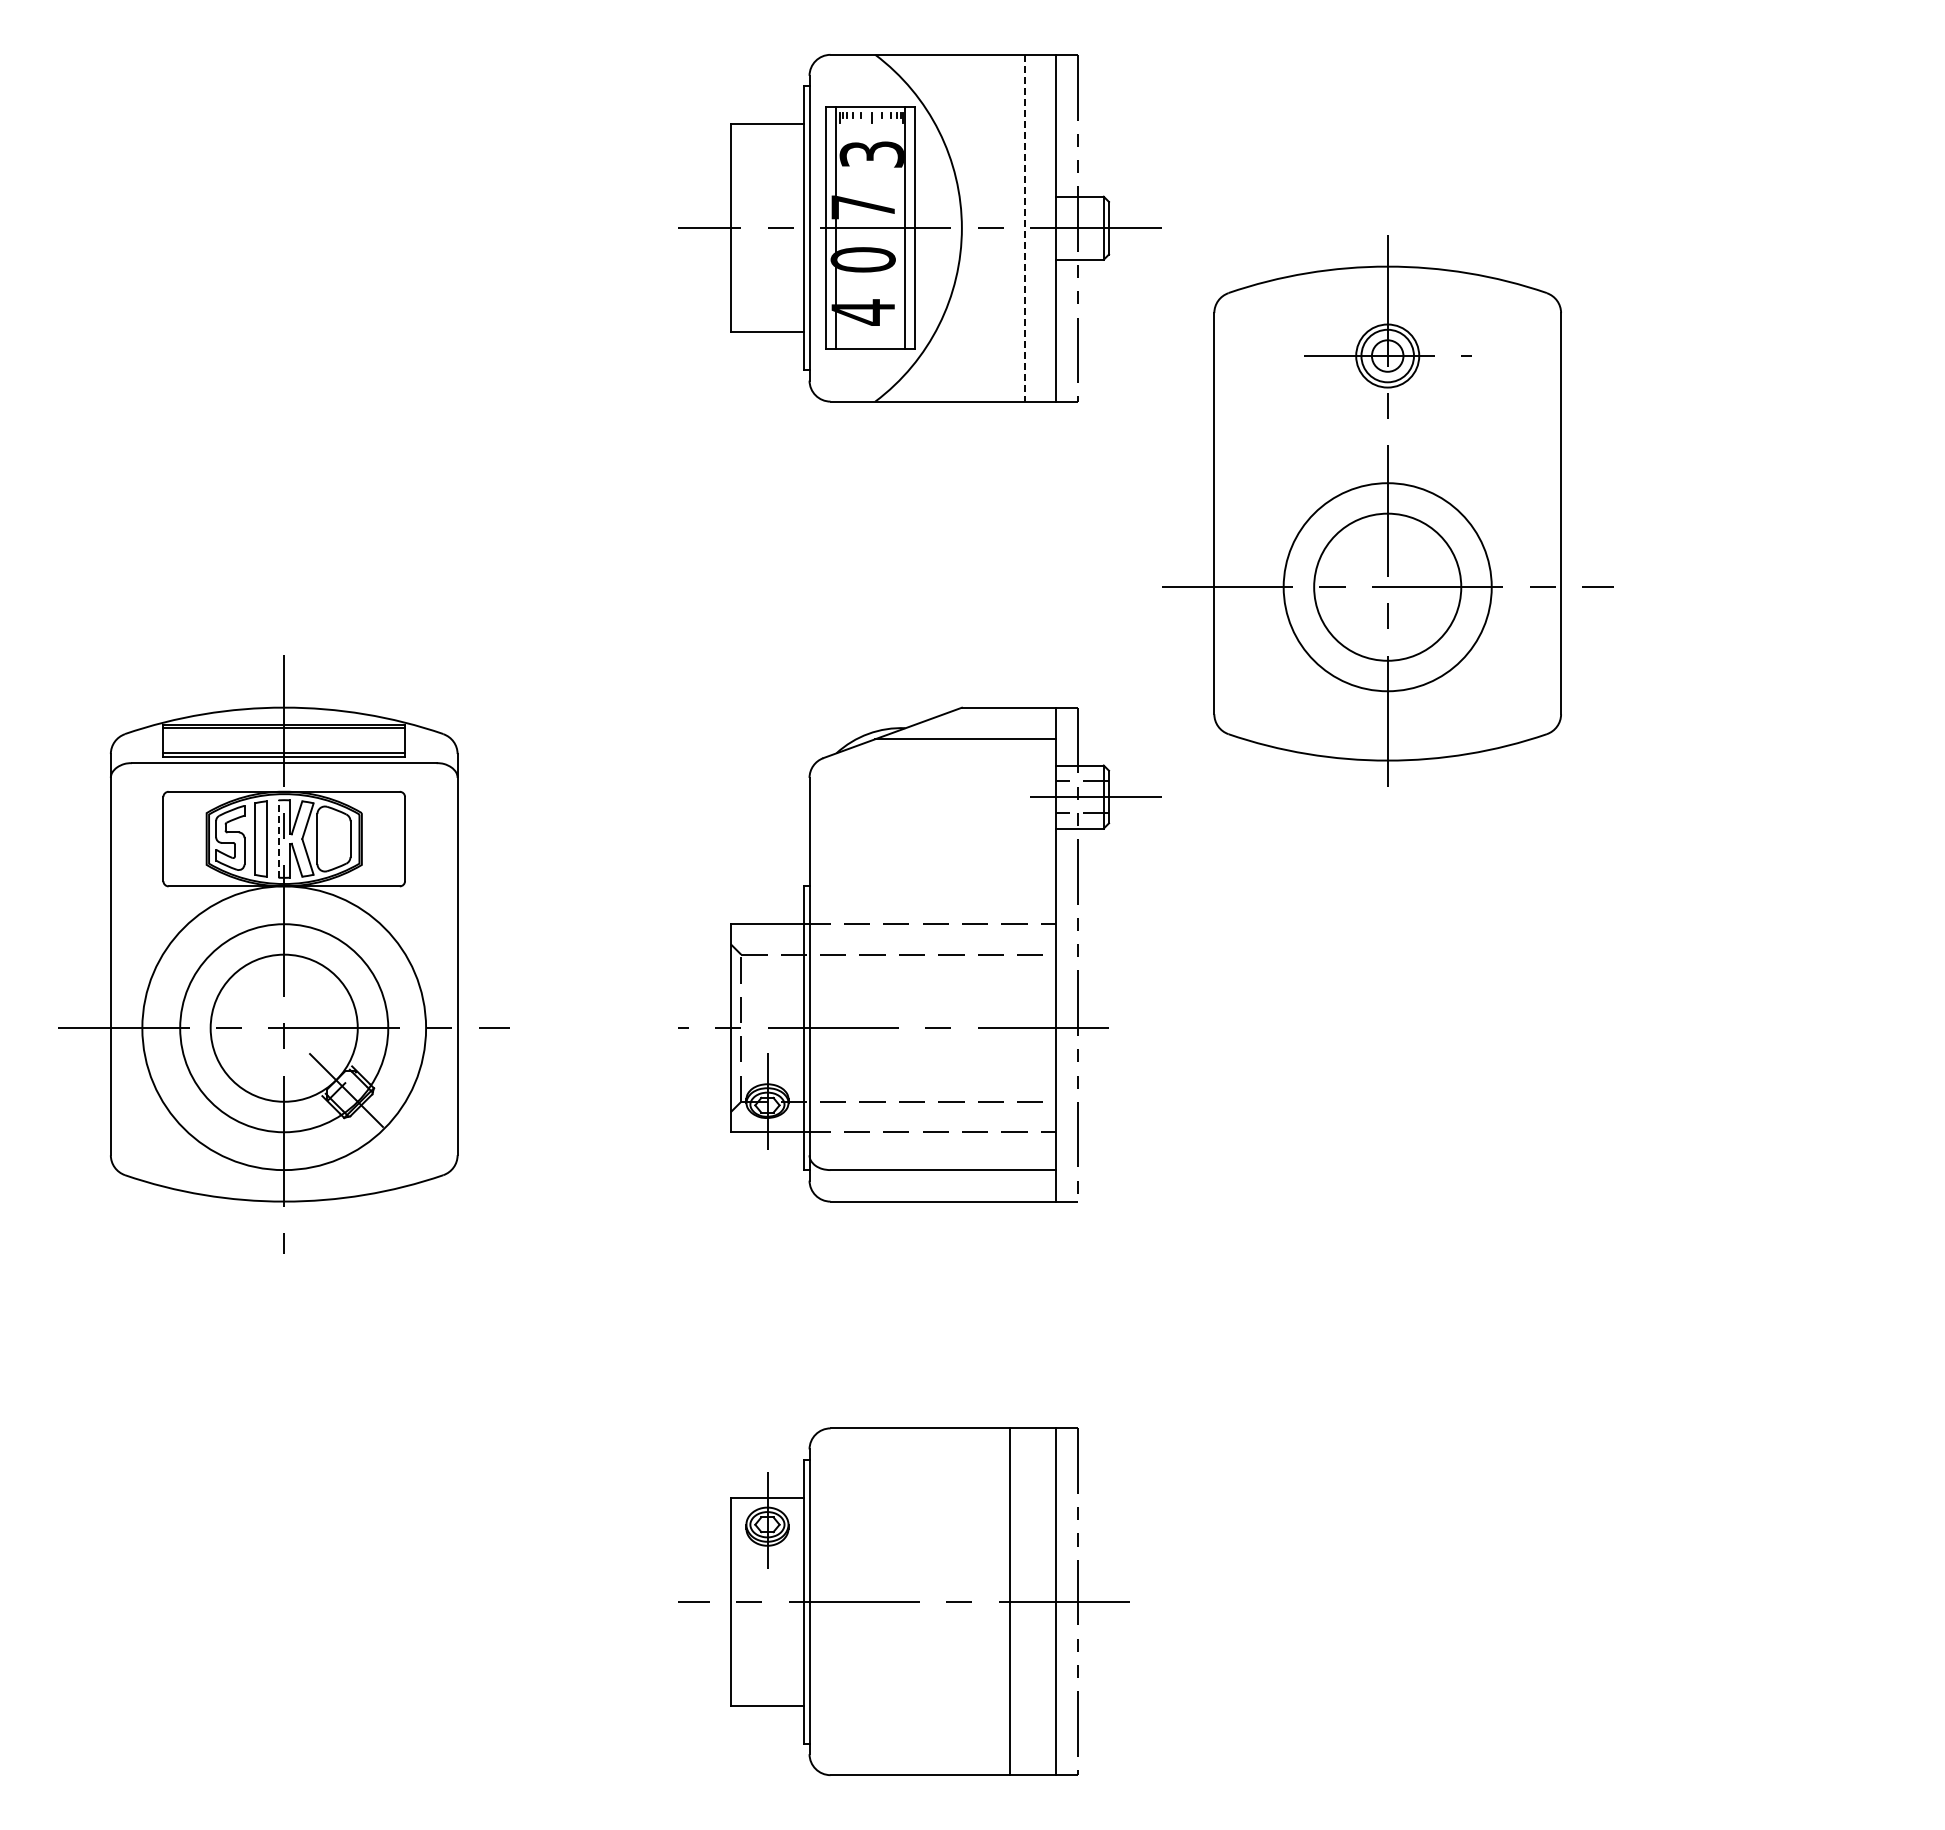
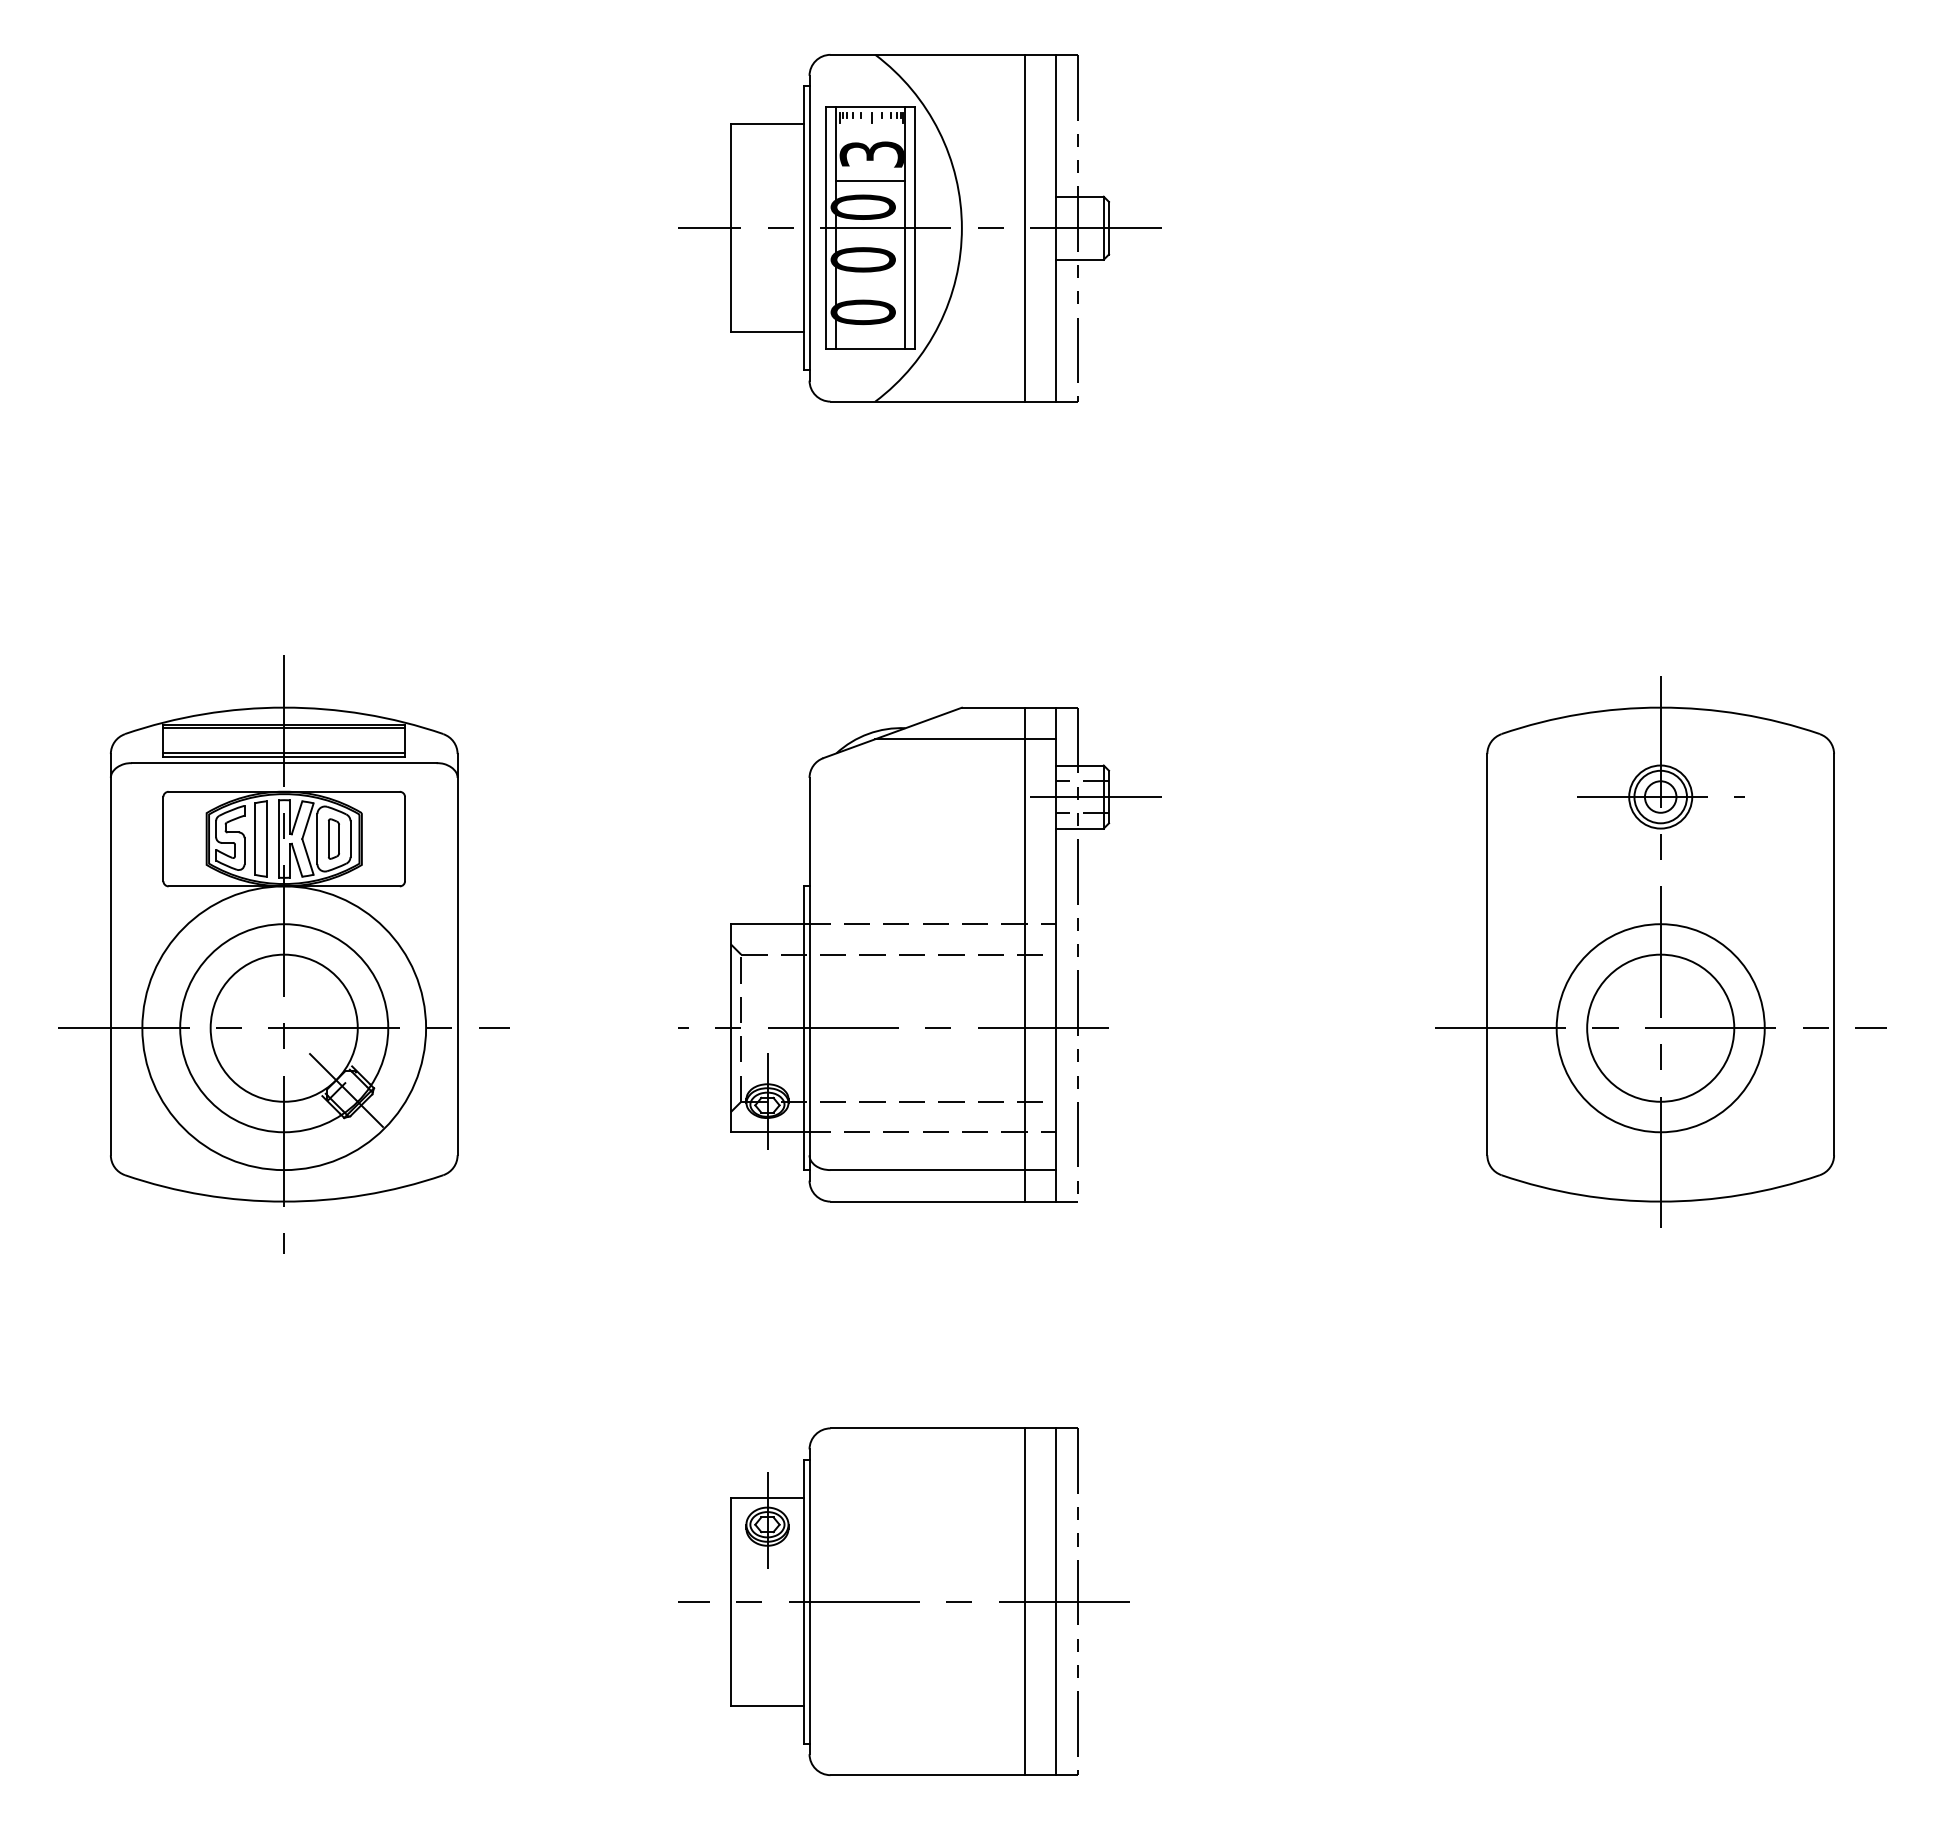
line at (870, 180): none -> present
text at (862, 206): 7 -> 0
line at (1024, 228): dashed -> solid
text at (862, 312): 4 -> 0
part at (1387, 510) position: (1387, 510) -> (1660, 951)
part at (333, 838): none -> present
line at (278, 839): dashed -> solid
line at (1024, 954): none -> present
line at (1009, 1601) position: (1009, 1601) -> (1024, 1601)
